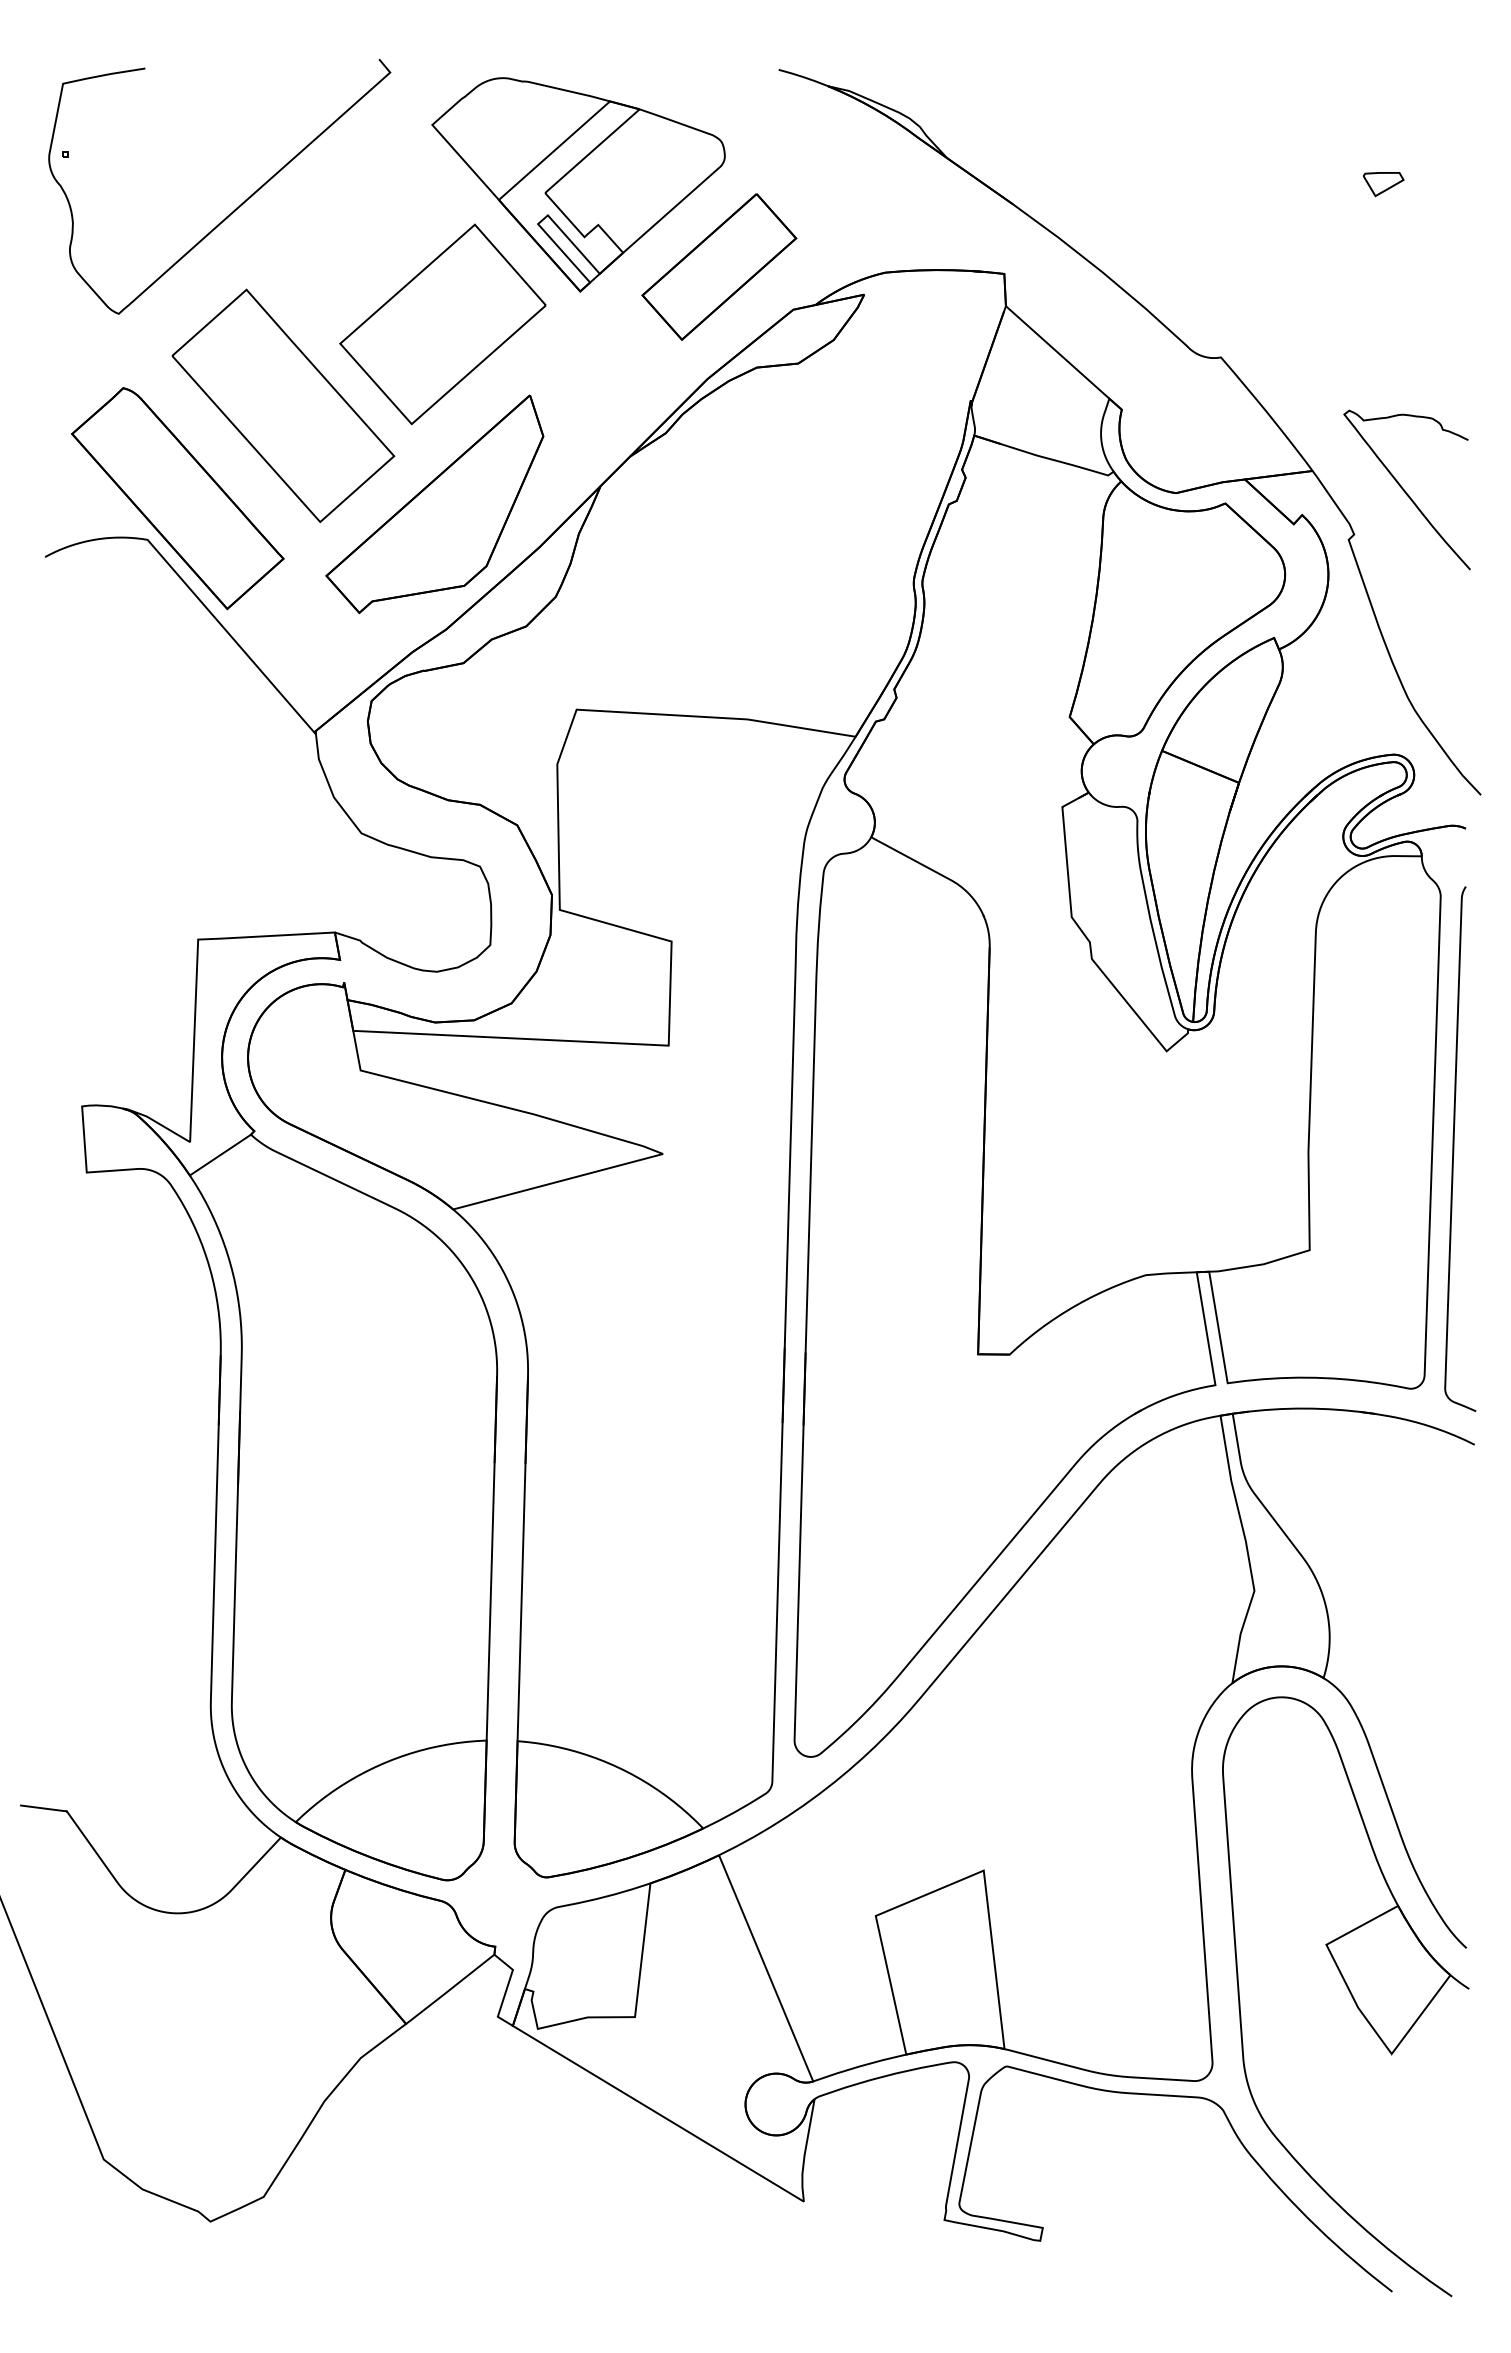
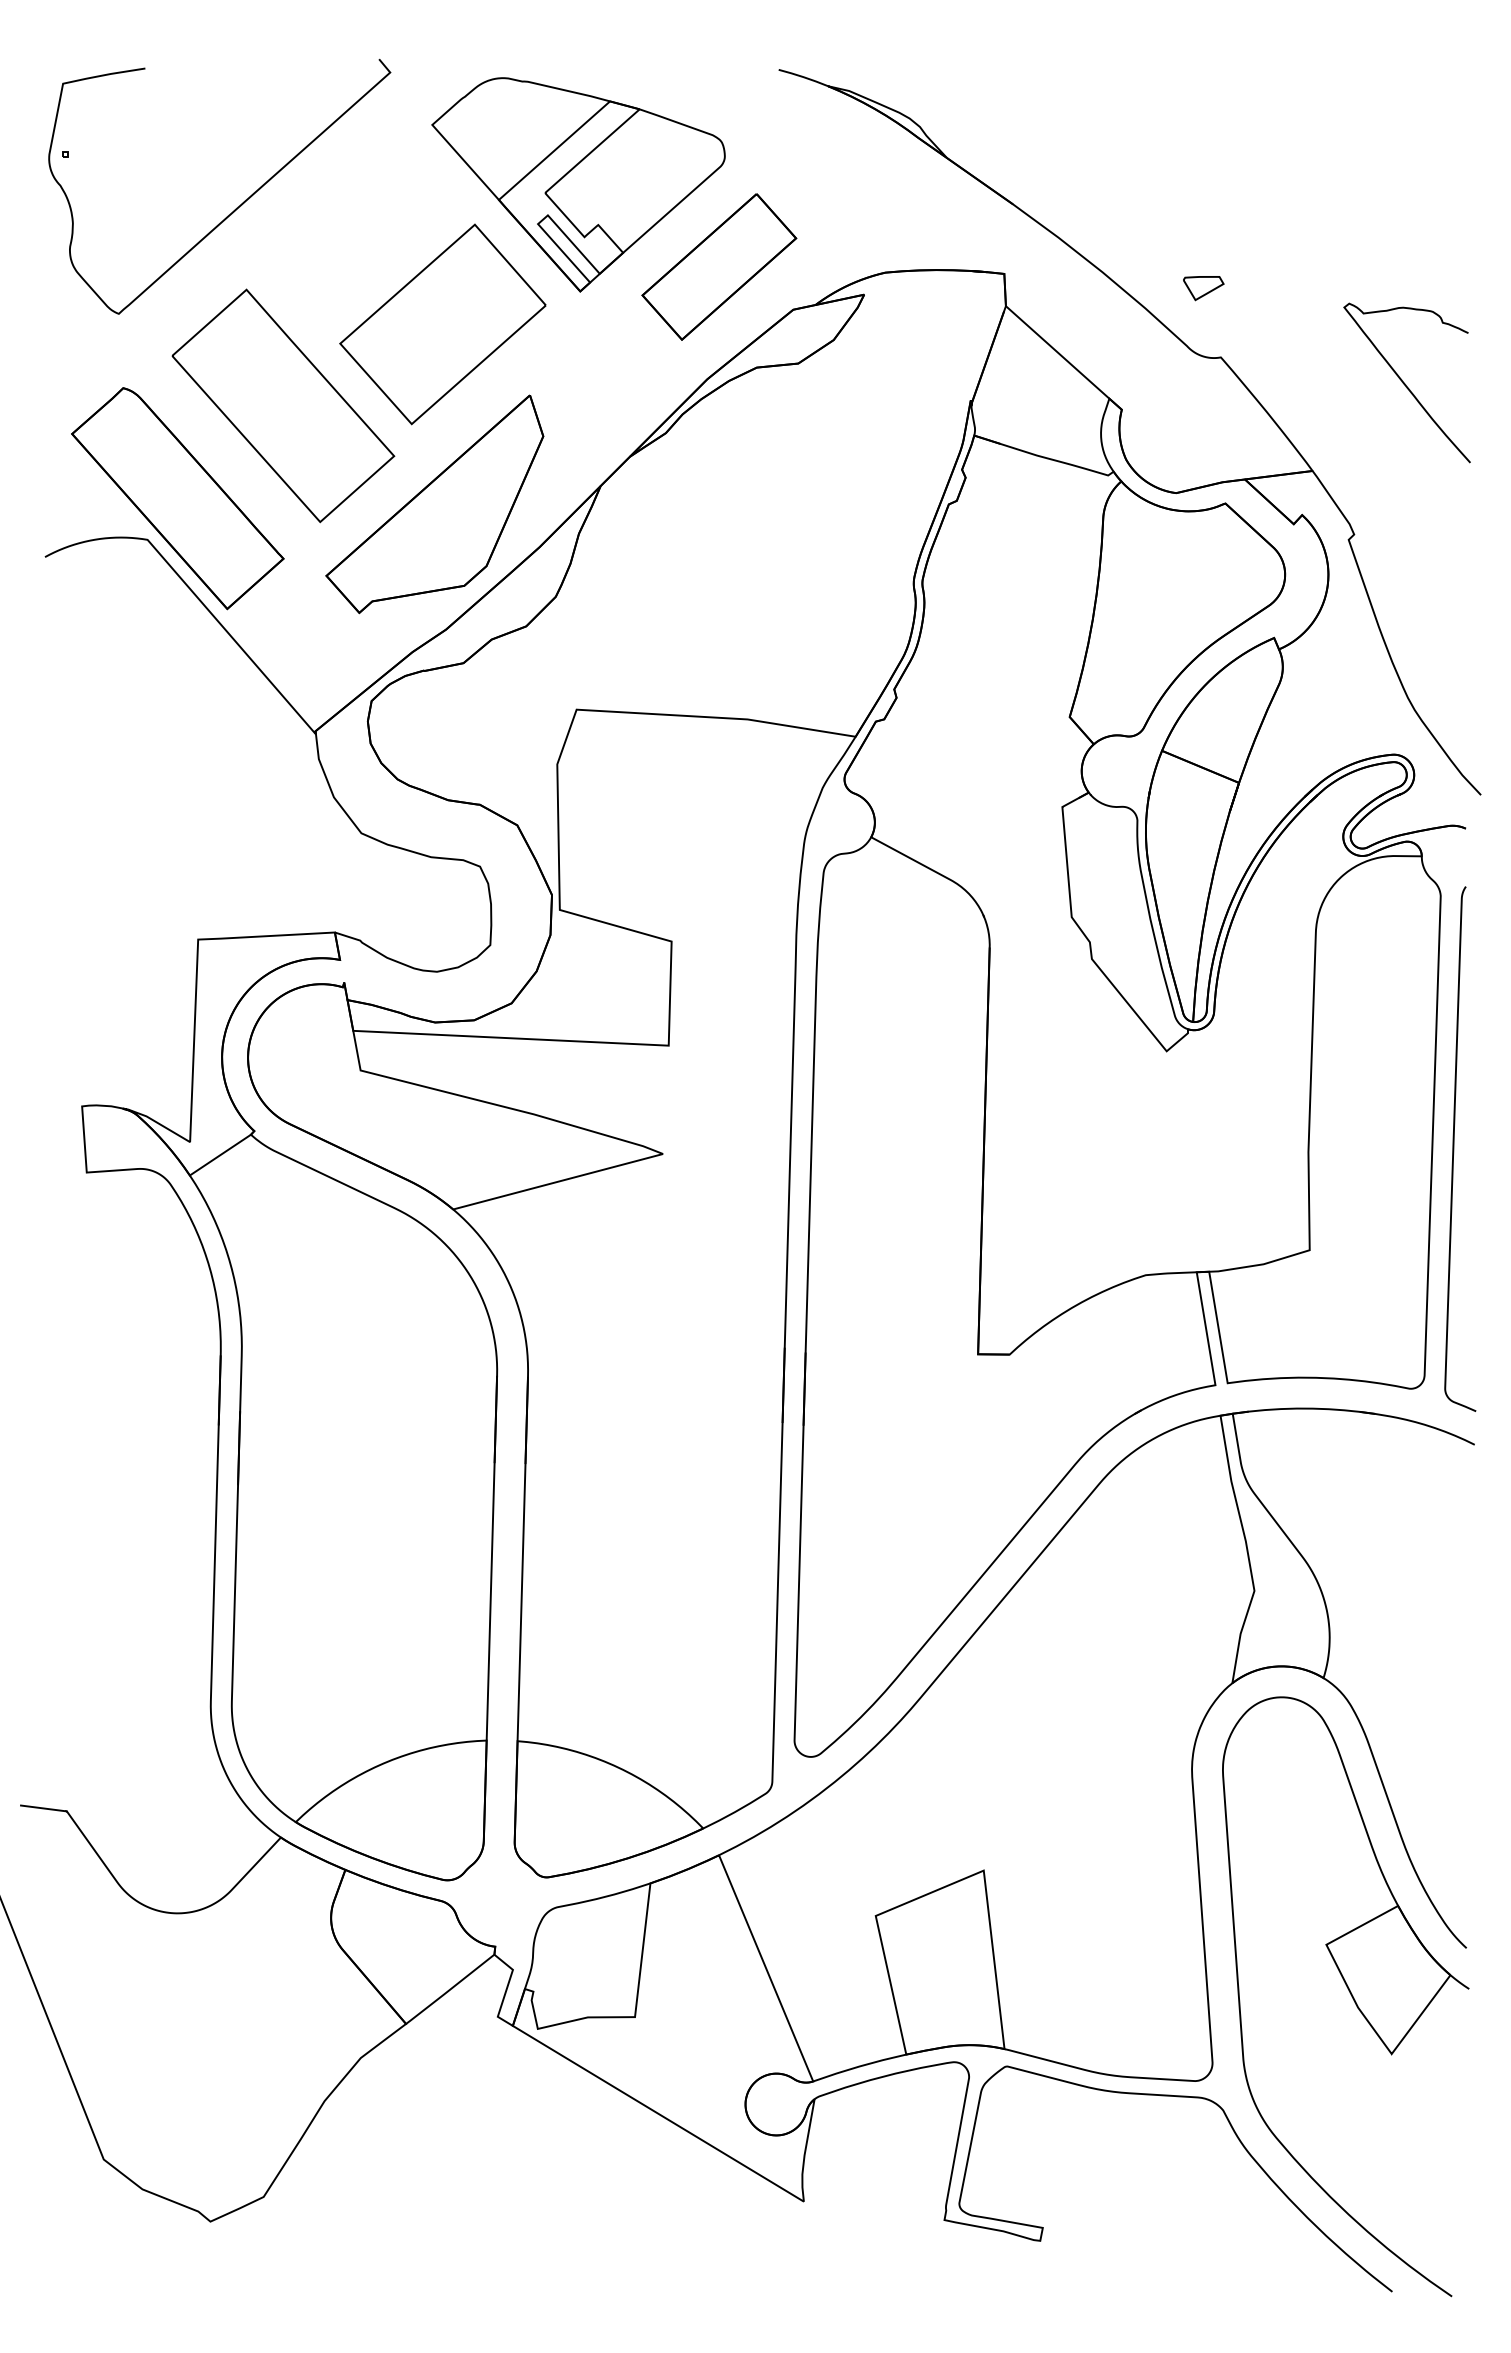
part at (1383, 184) position: (1383, 184) -> (1203, 288)
curve at (1405, 490) position: (1405, 490) -> (1405, 383)
